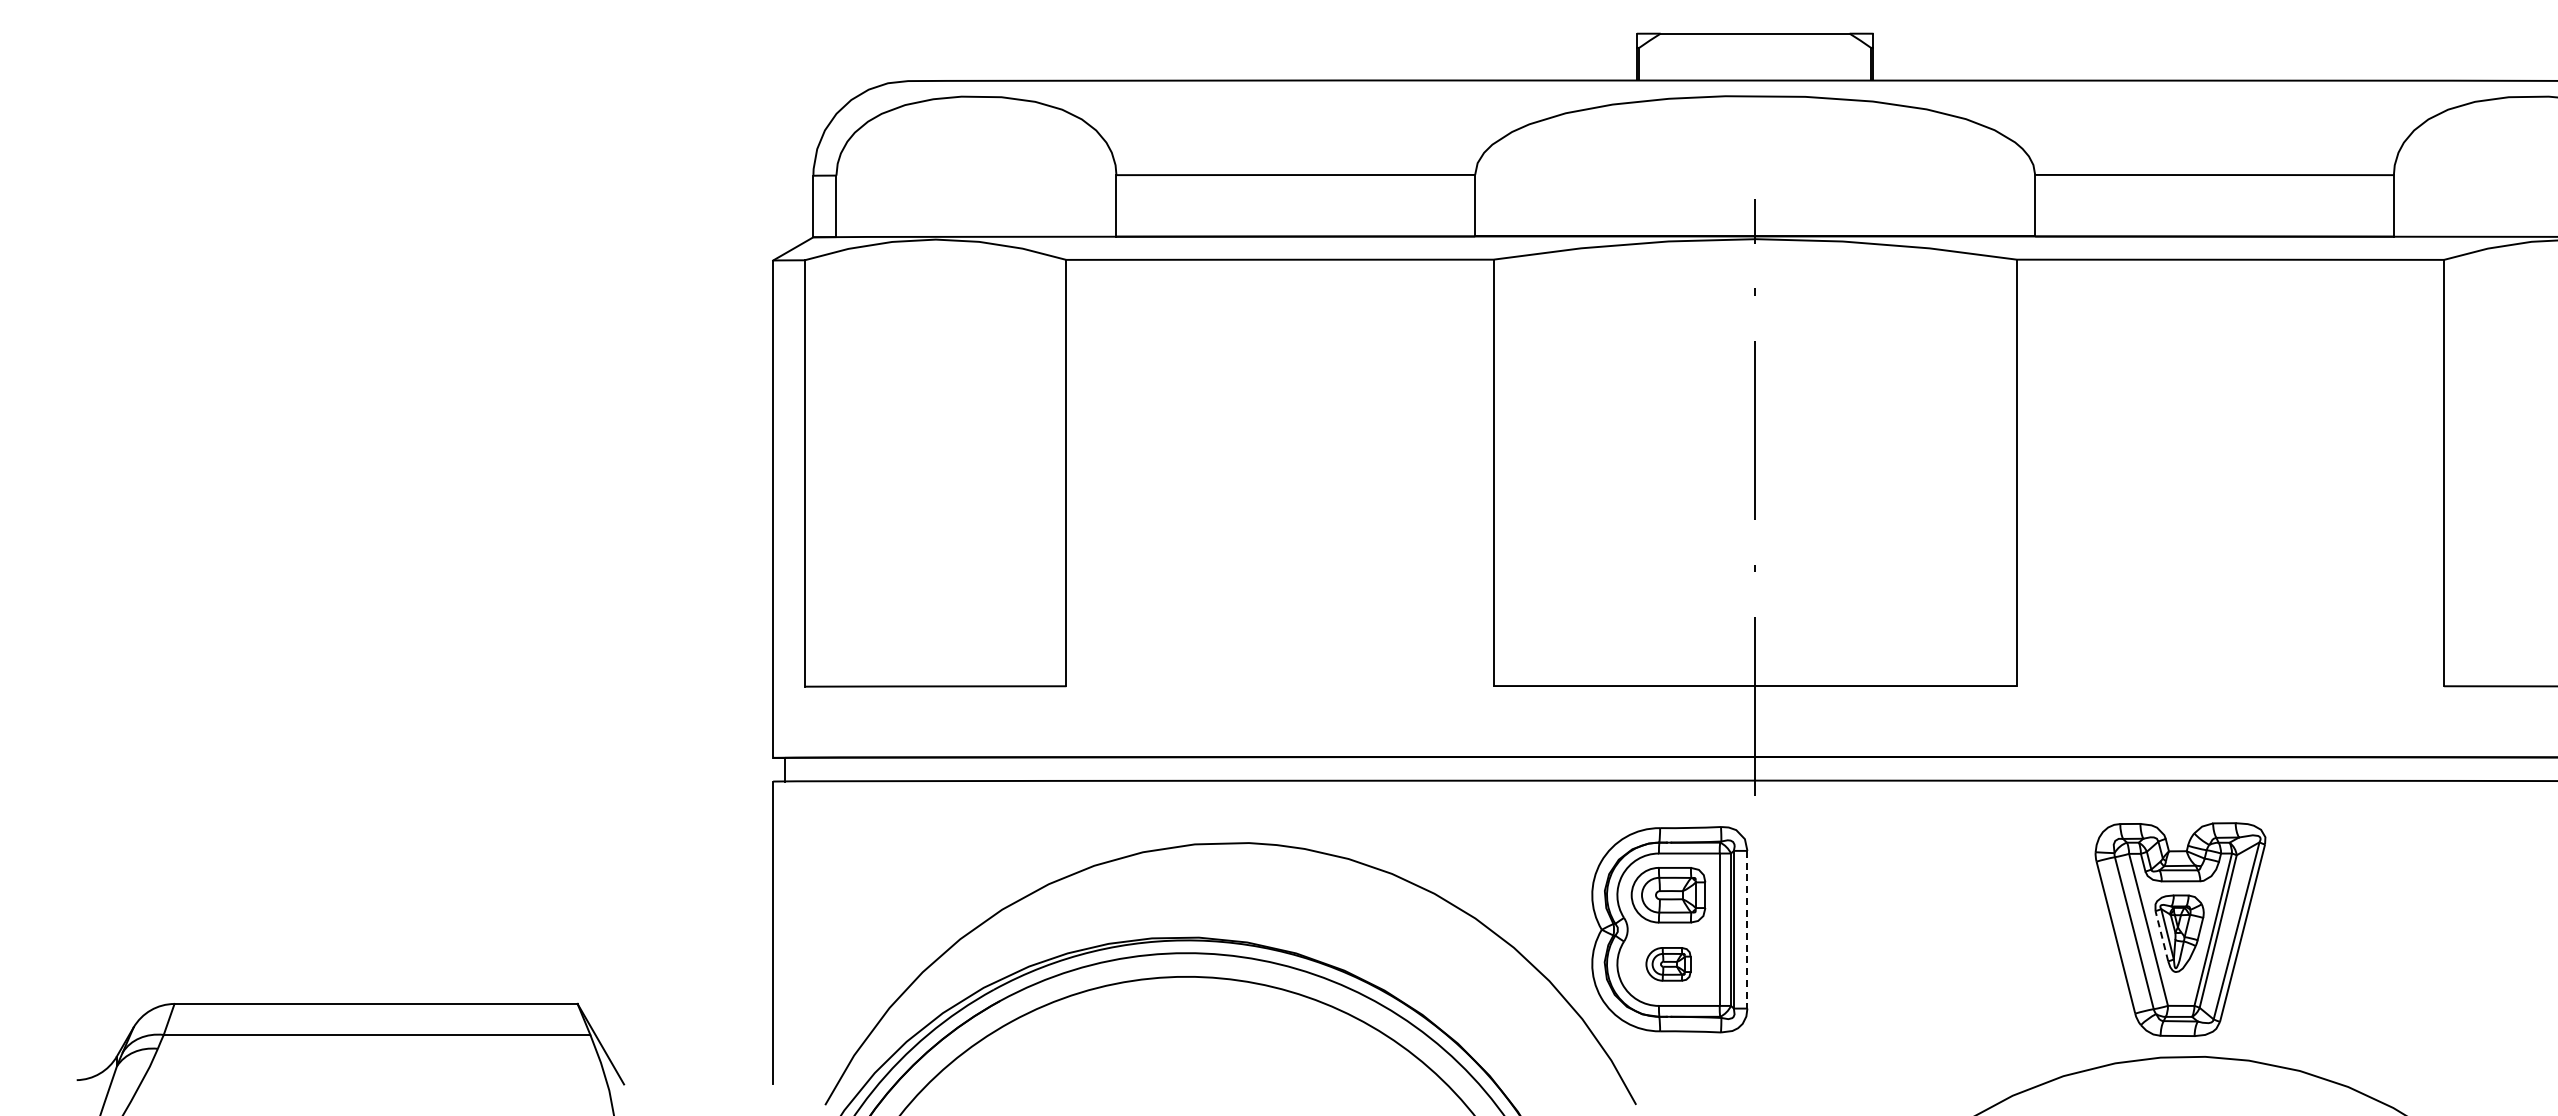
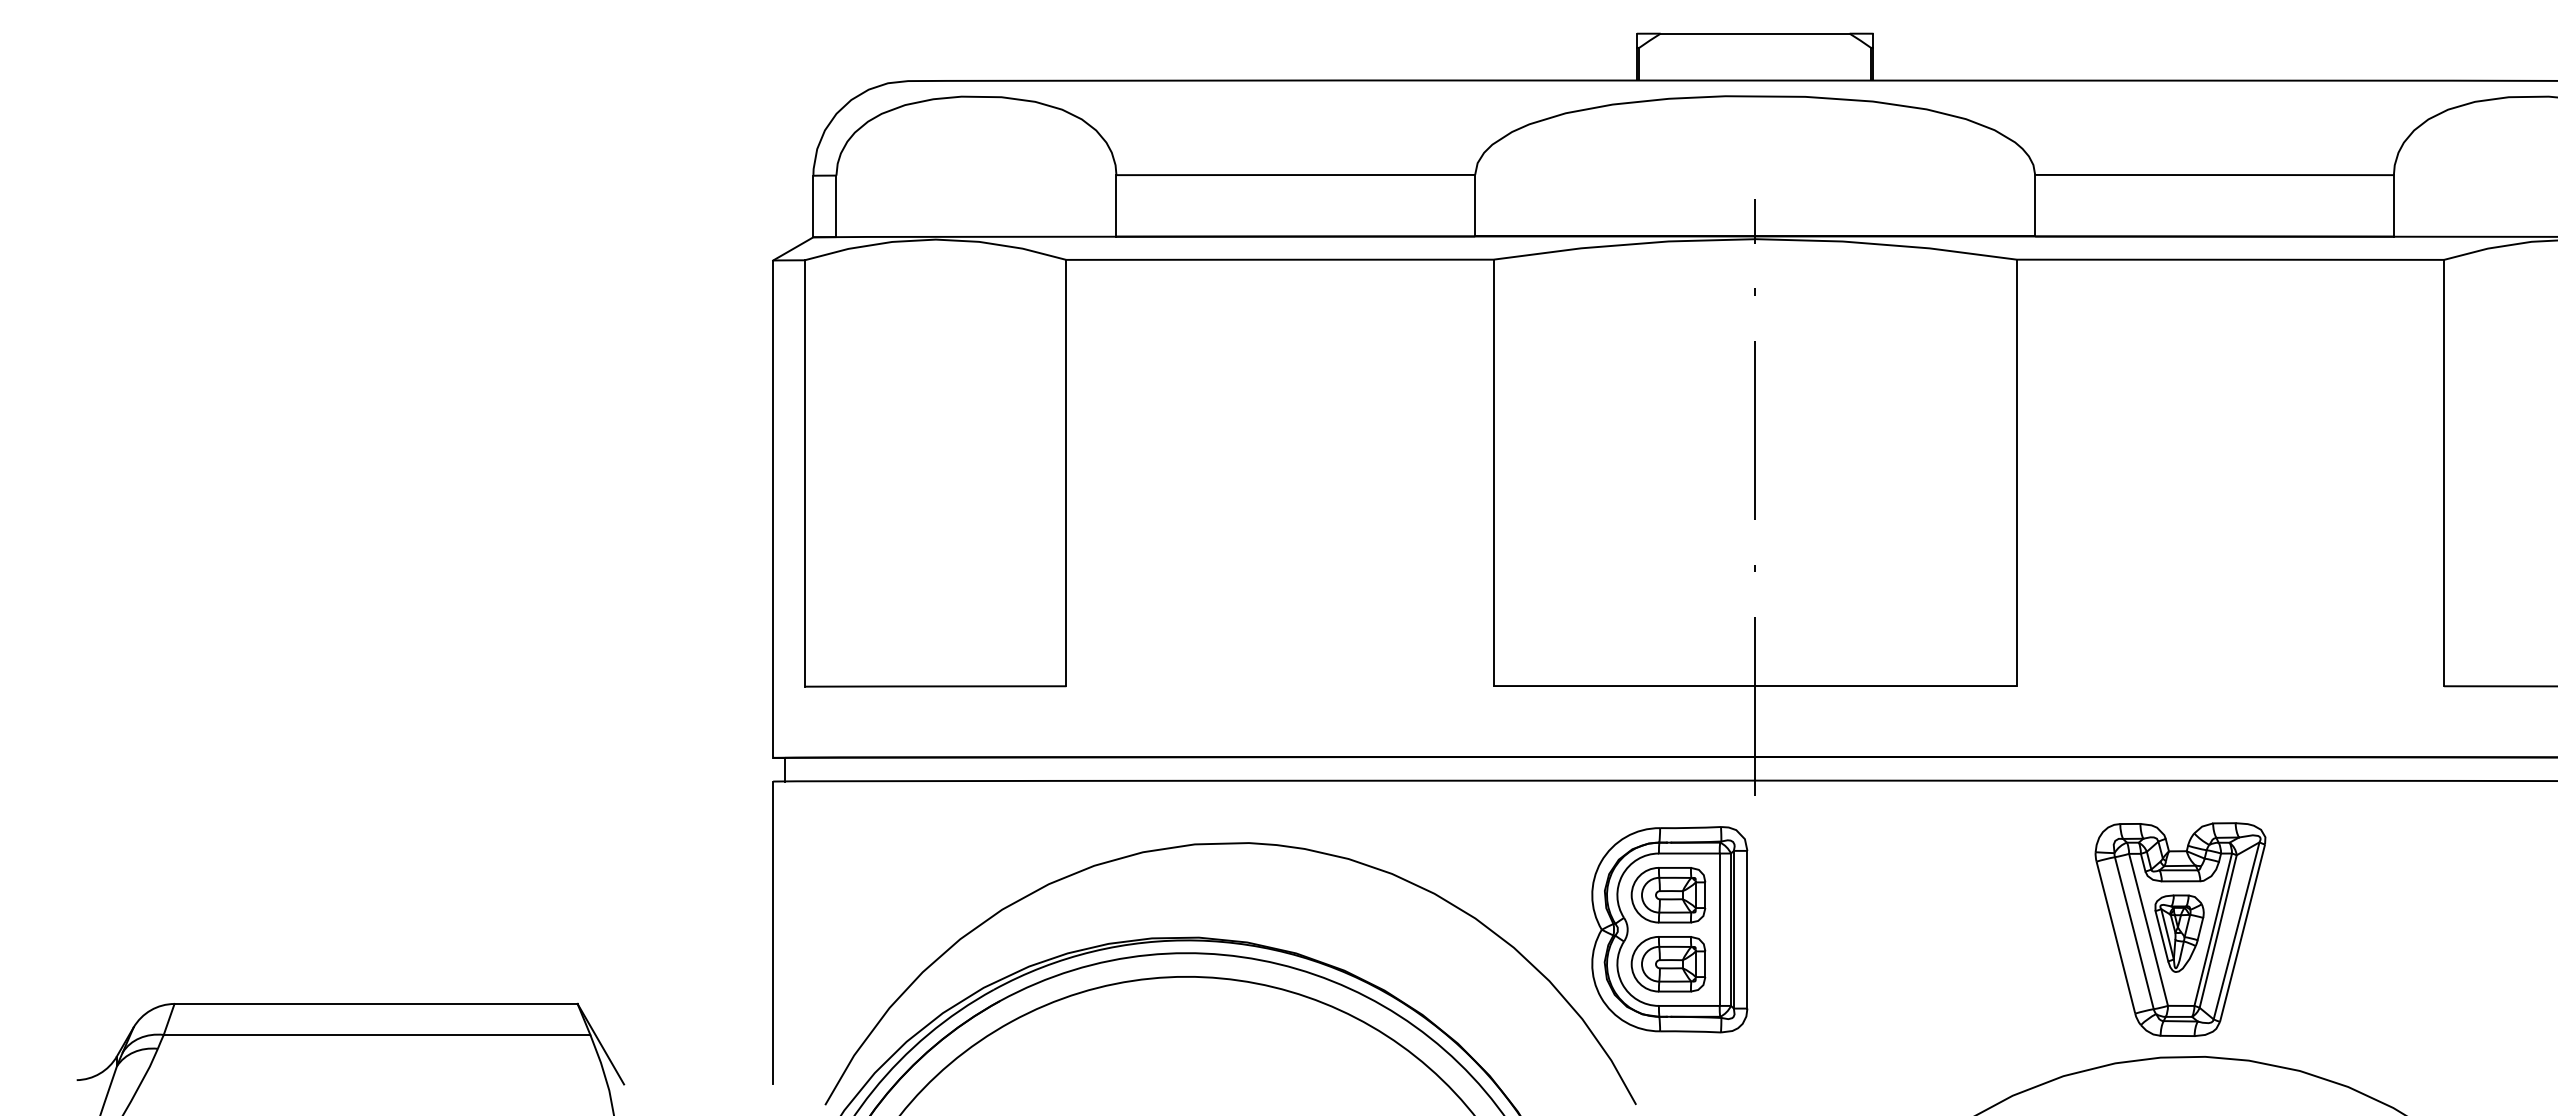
line at (1747, 929): dashed -> solid
line at (2161, 936): dashed -> solid
part at (1668, 964) size: 47x35 px -> 77x57 px
